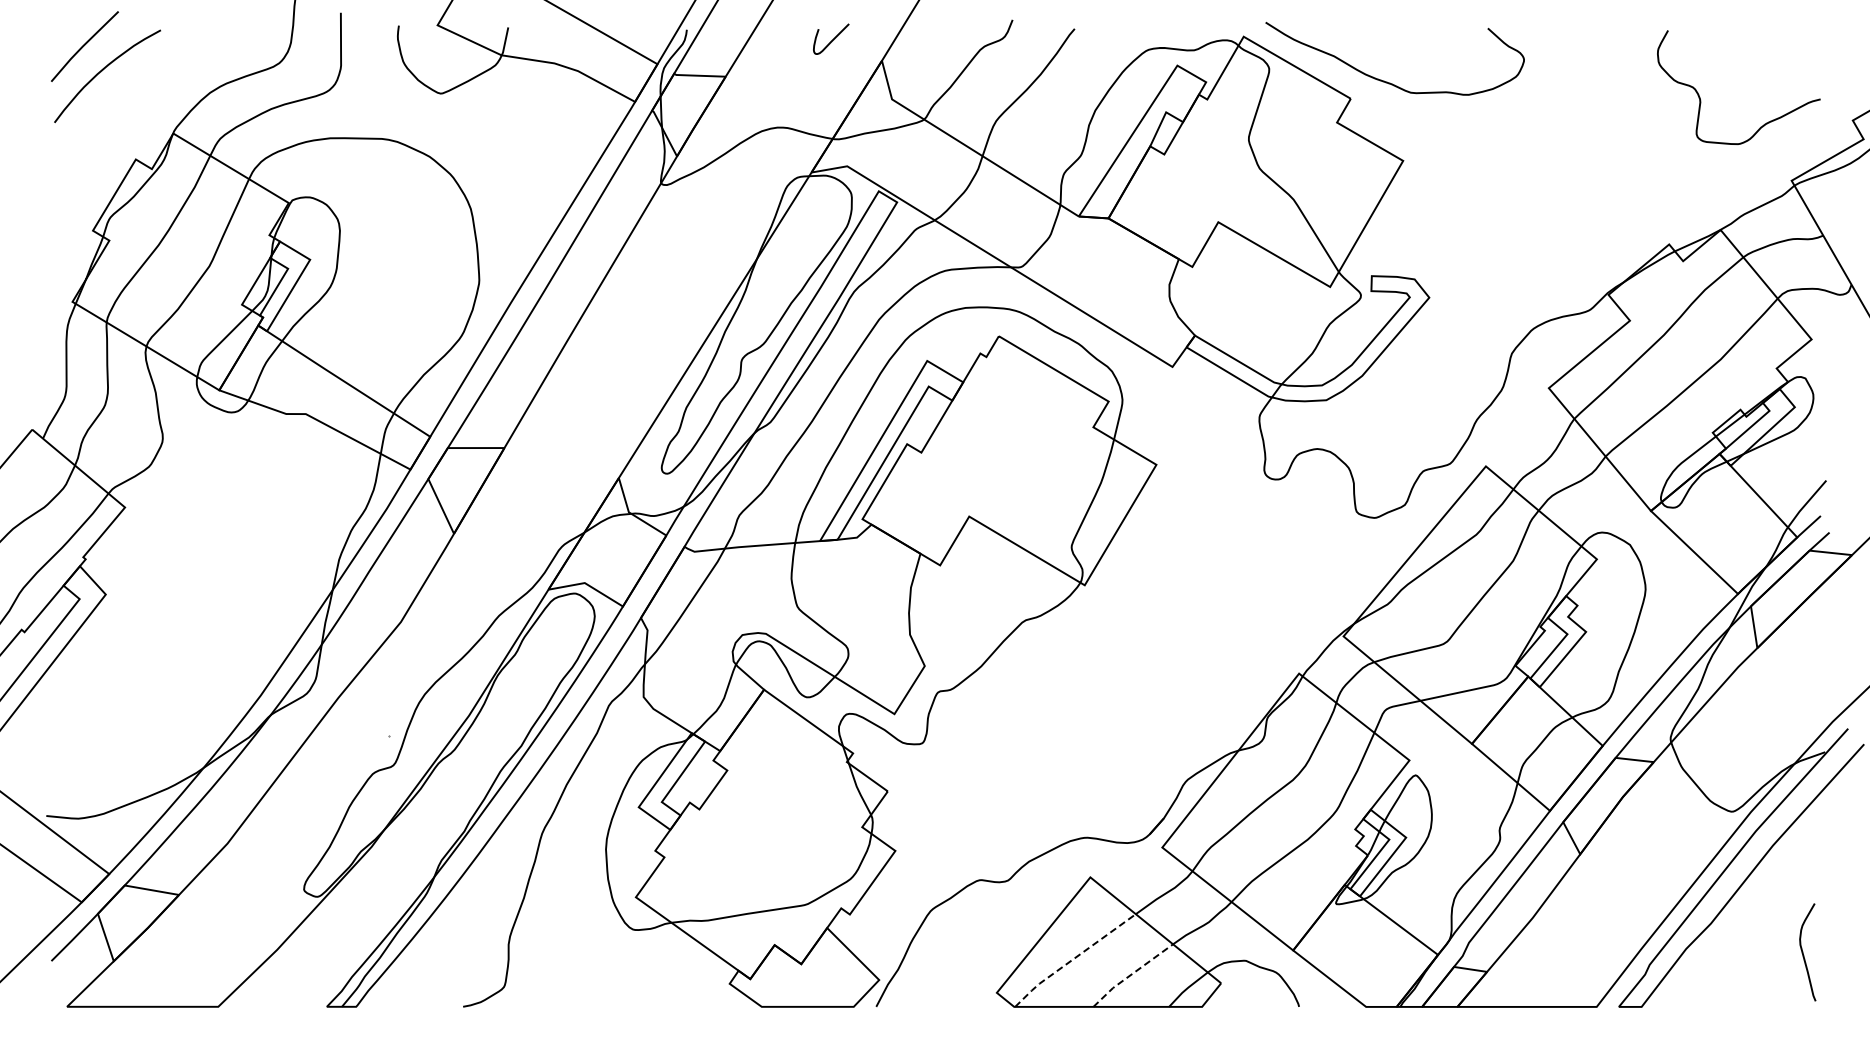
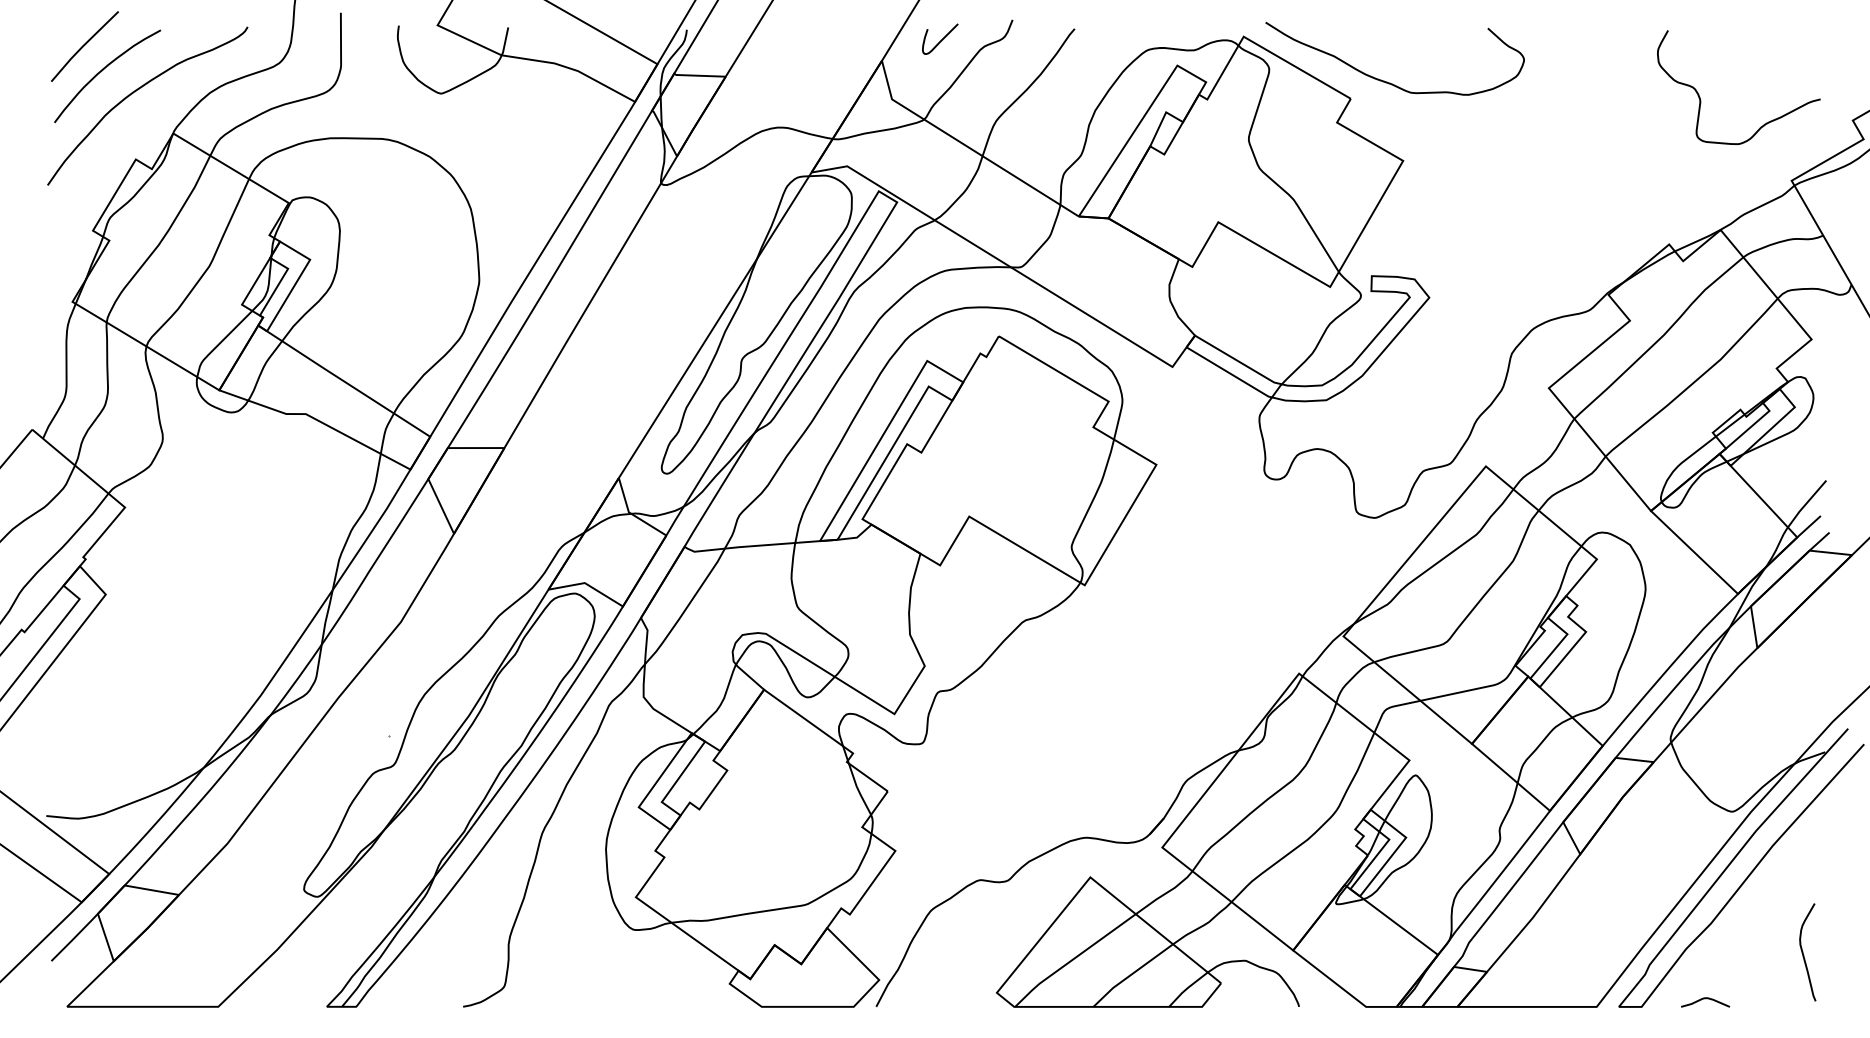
curve at (832, 39) position: (832, 39) -> (941, 39)
curve at (138, 90): none -> present
line at (1072, 959): dashed -> solid
line at (1131, 974): dashed -> solid
curve at (1705, 999): none -> present
